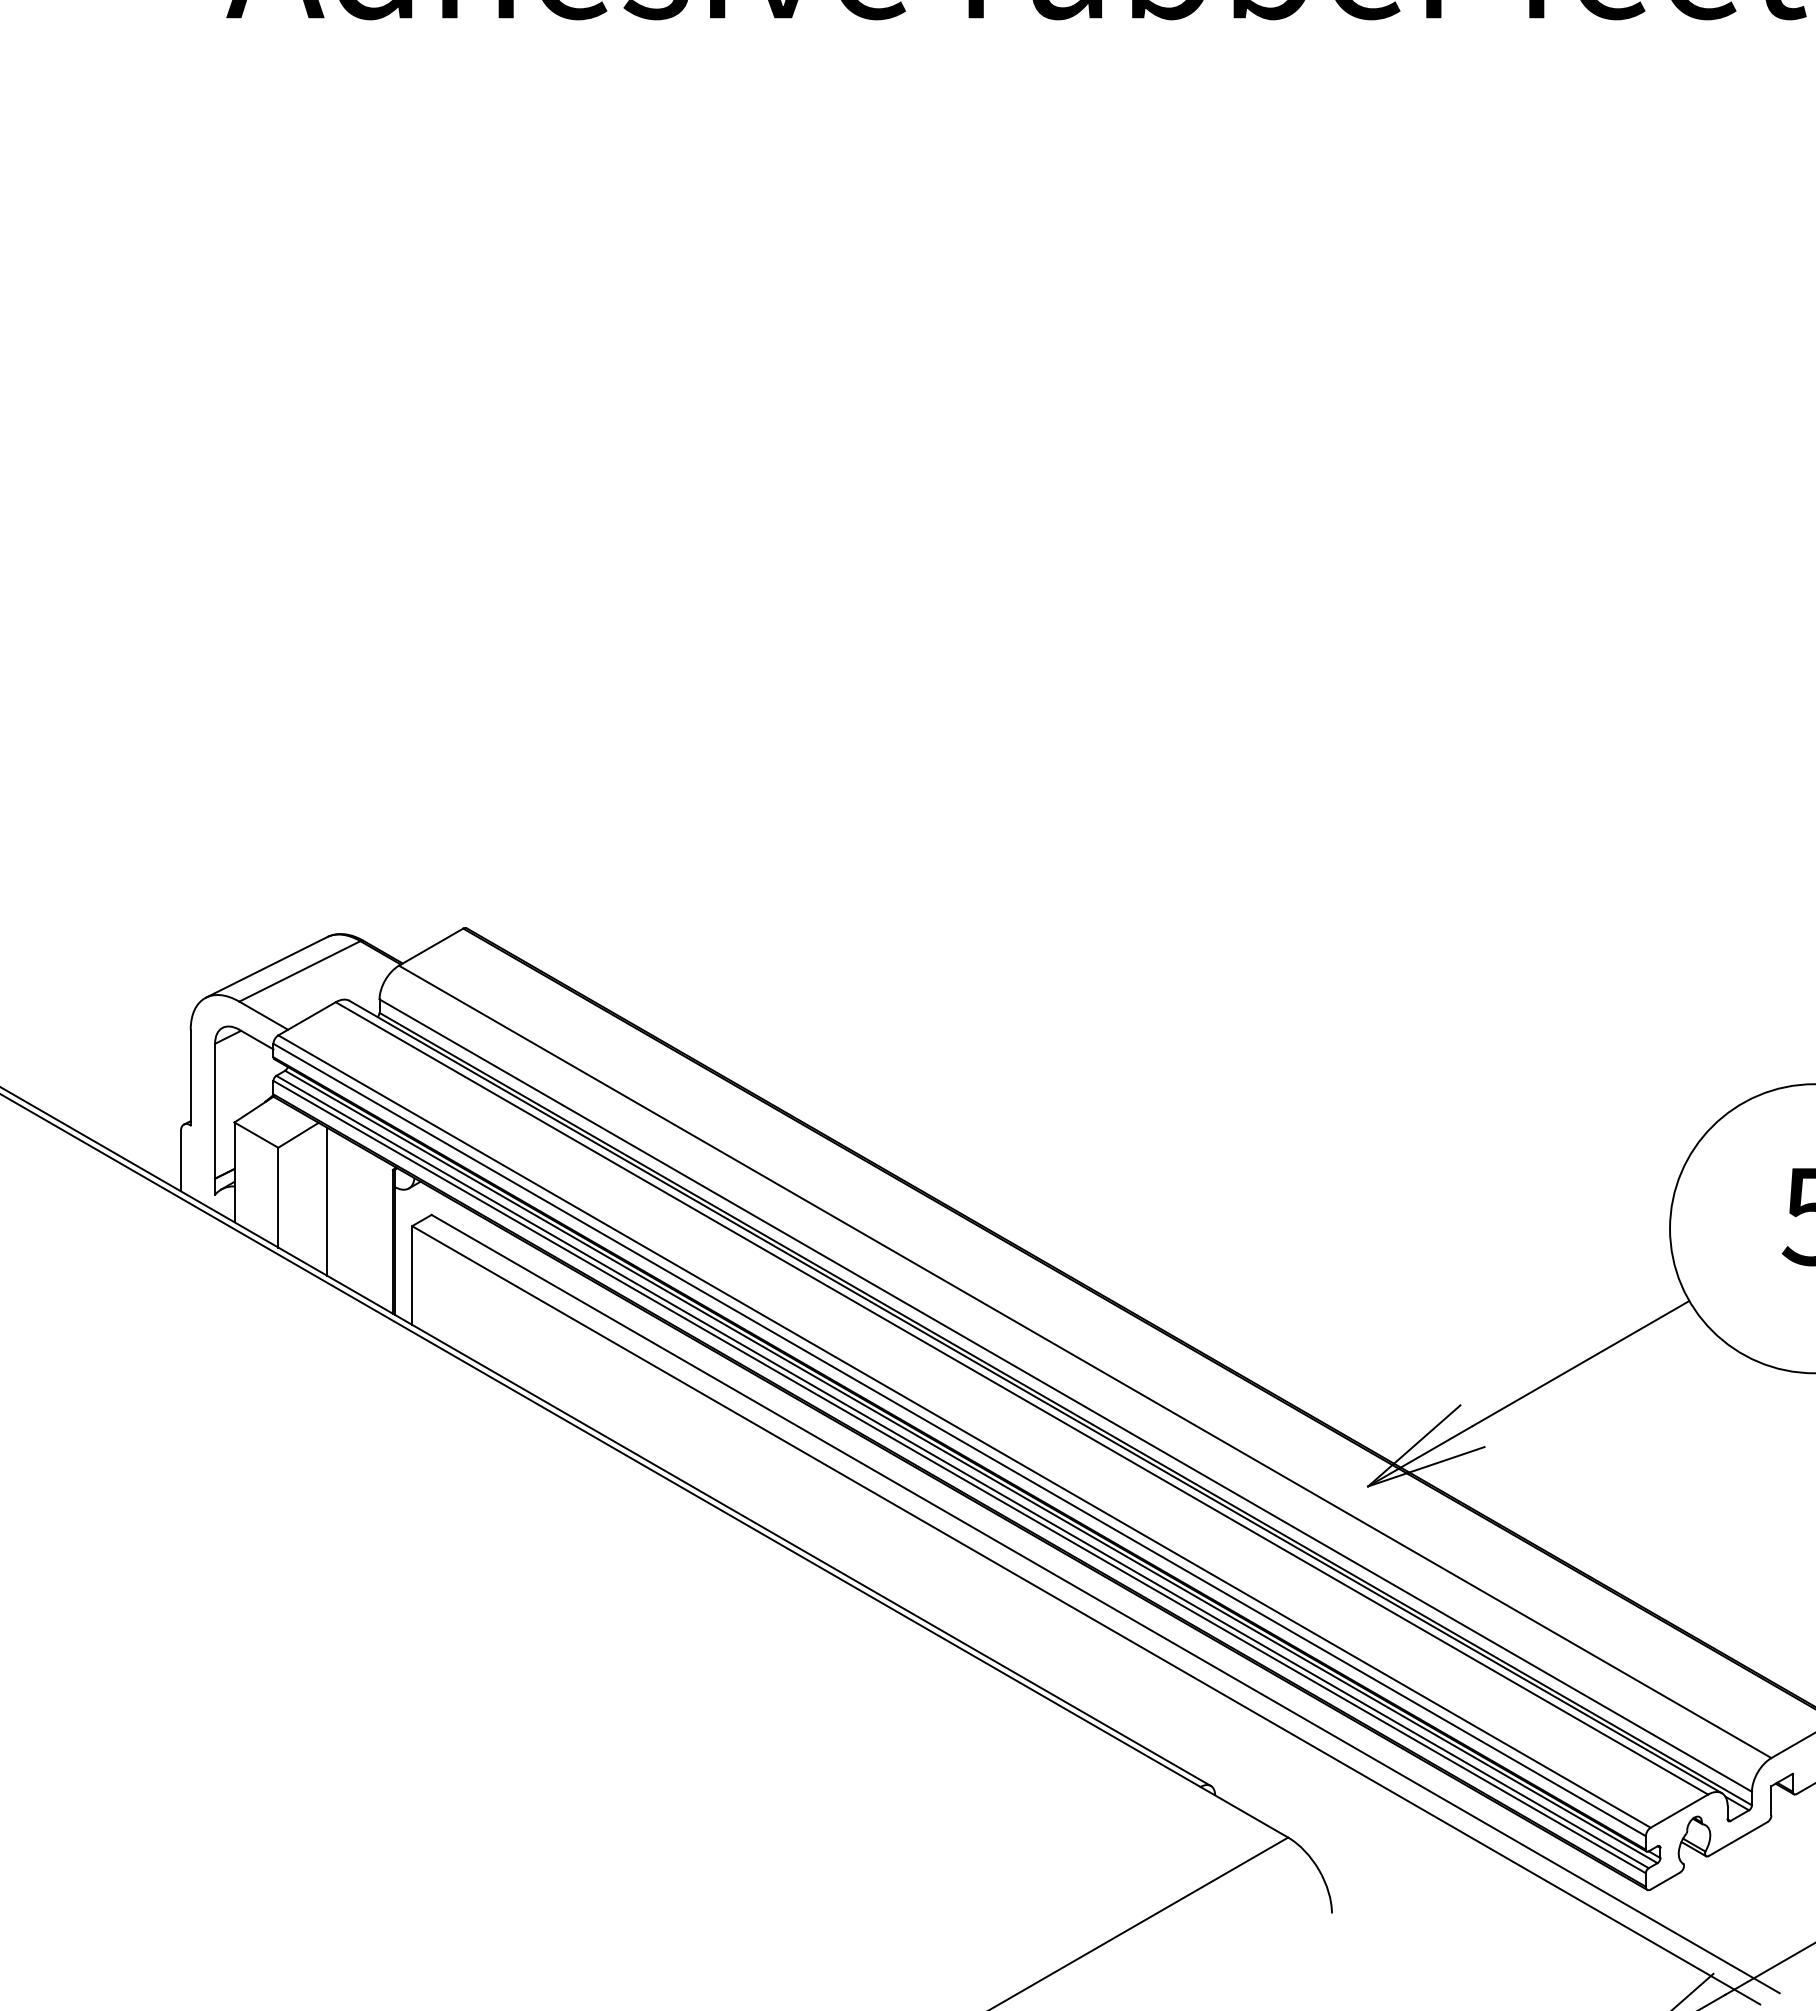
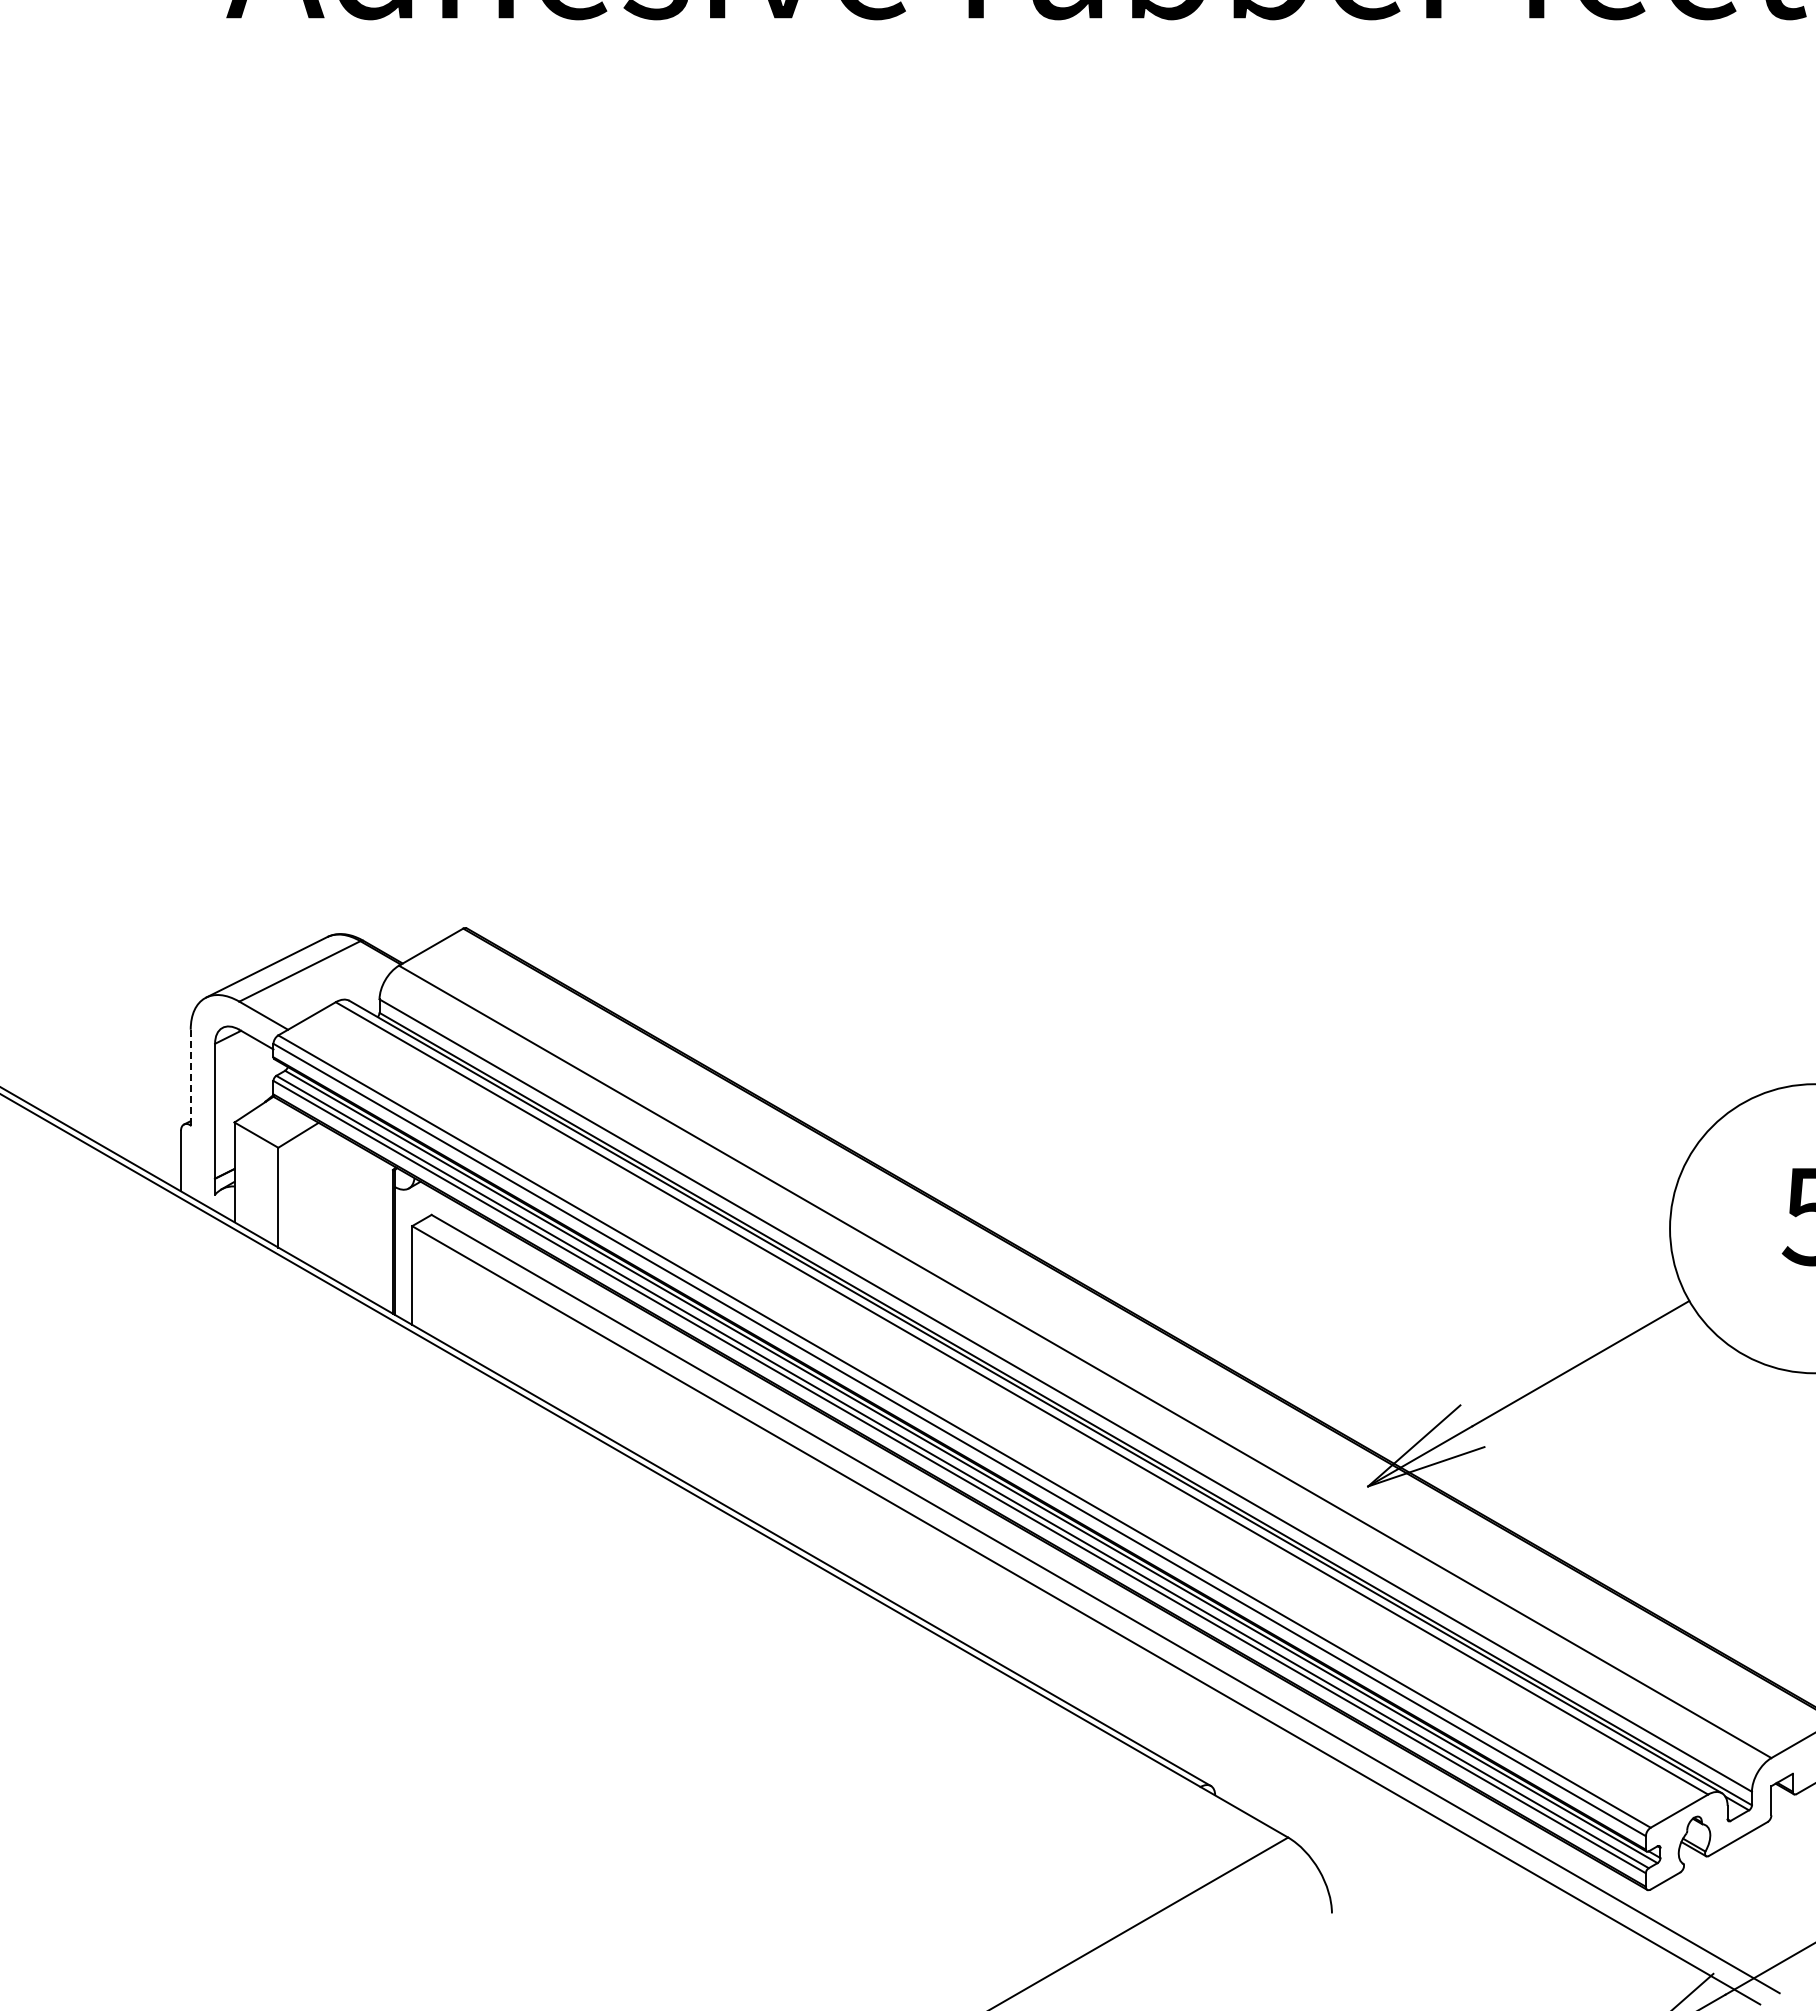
line at (190, 1077): solid -> dashed
line at (327, 1201): present -> none
